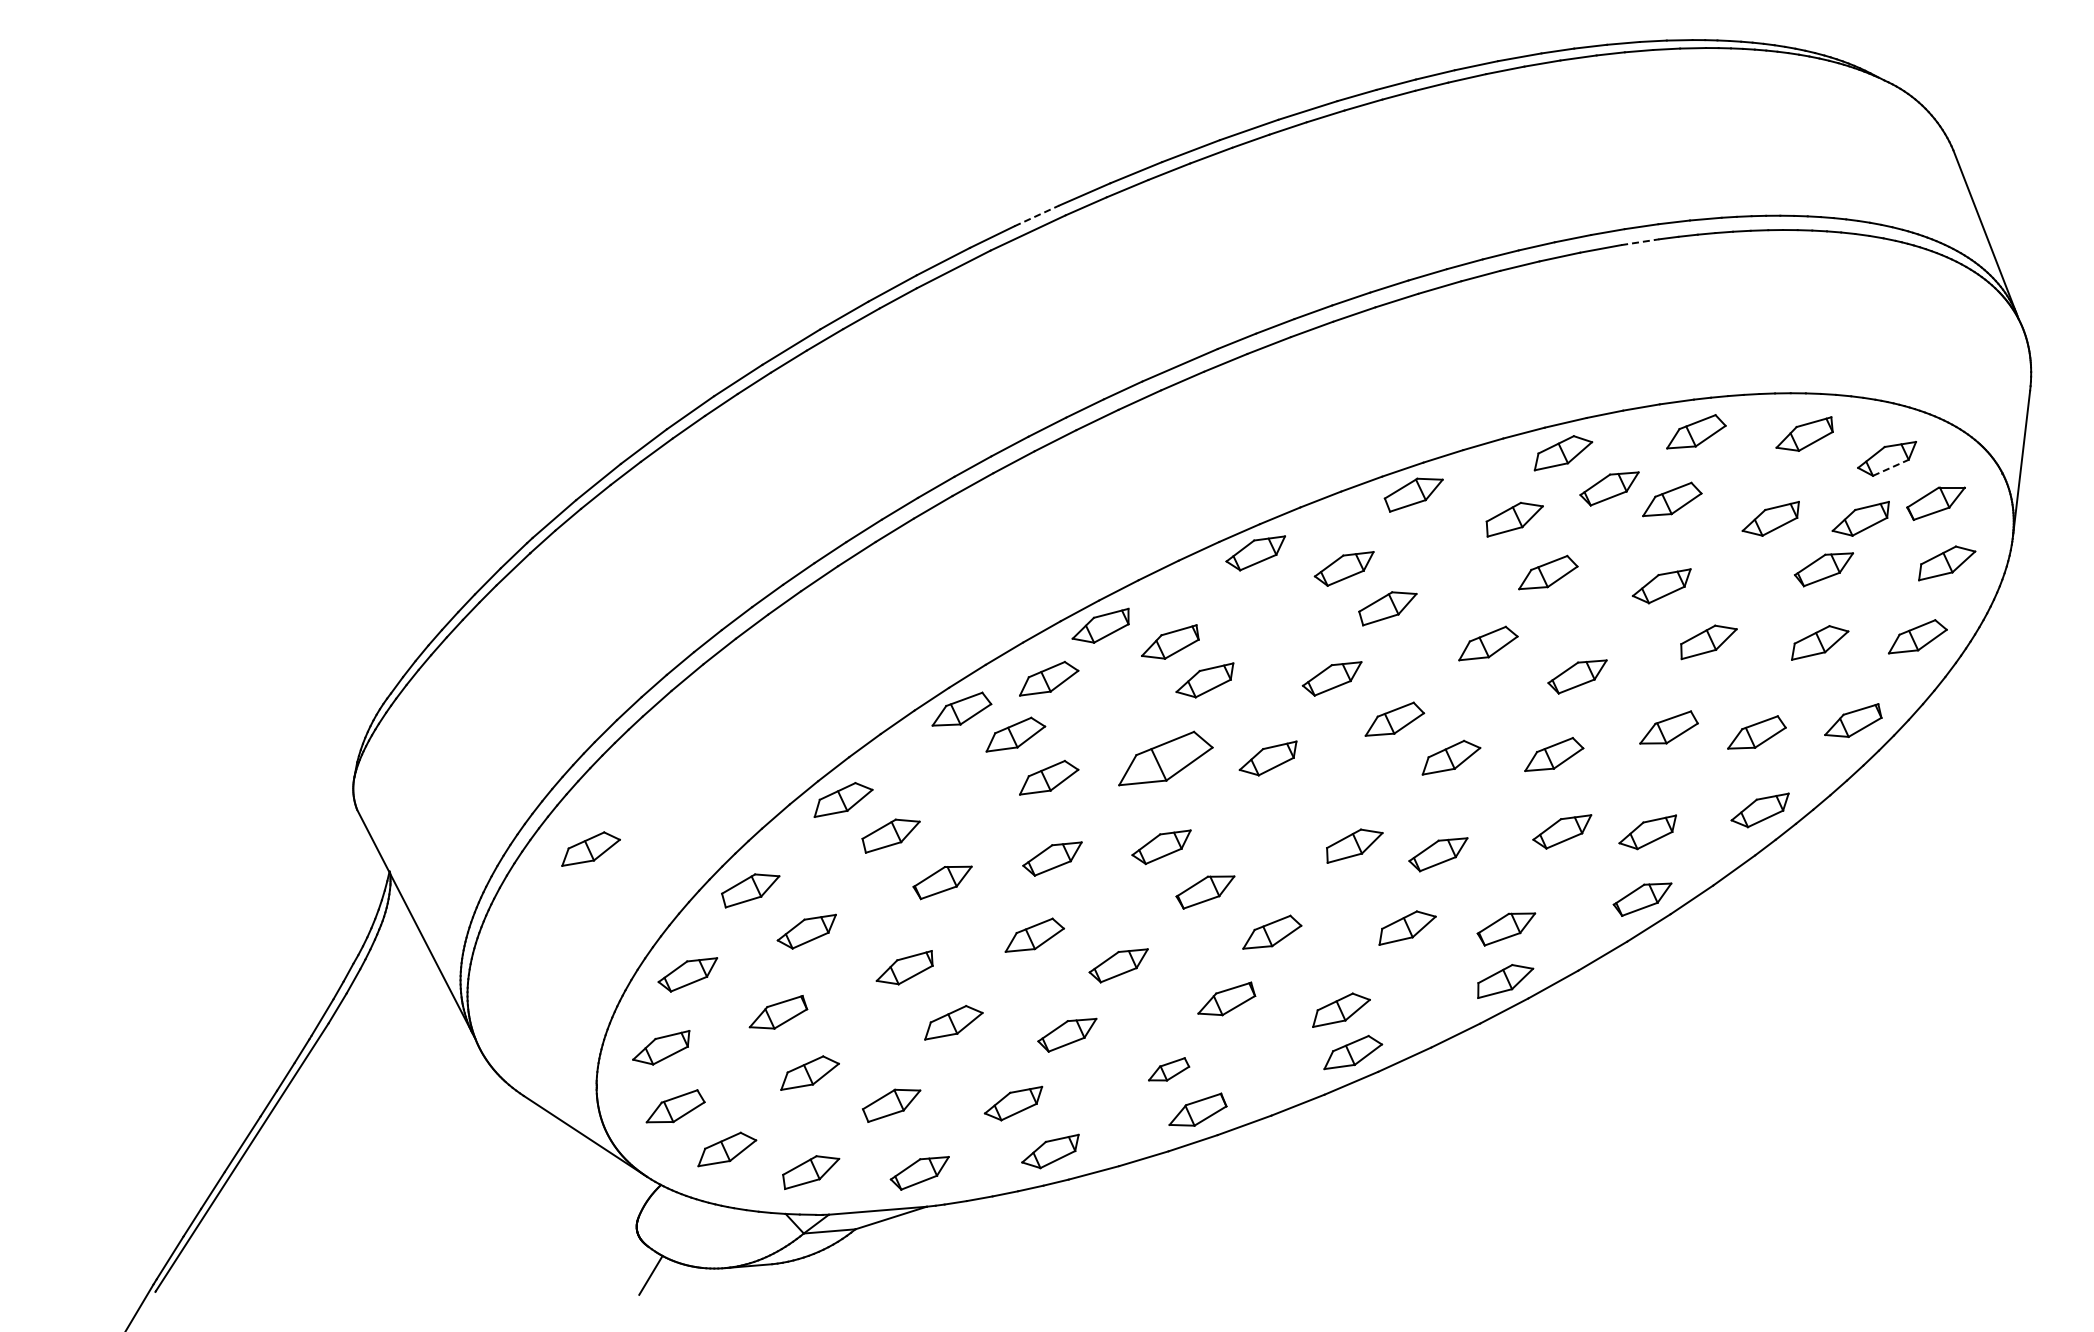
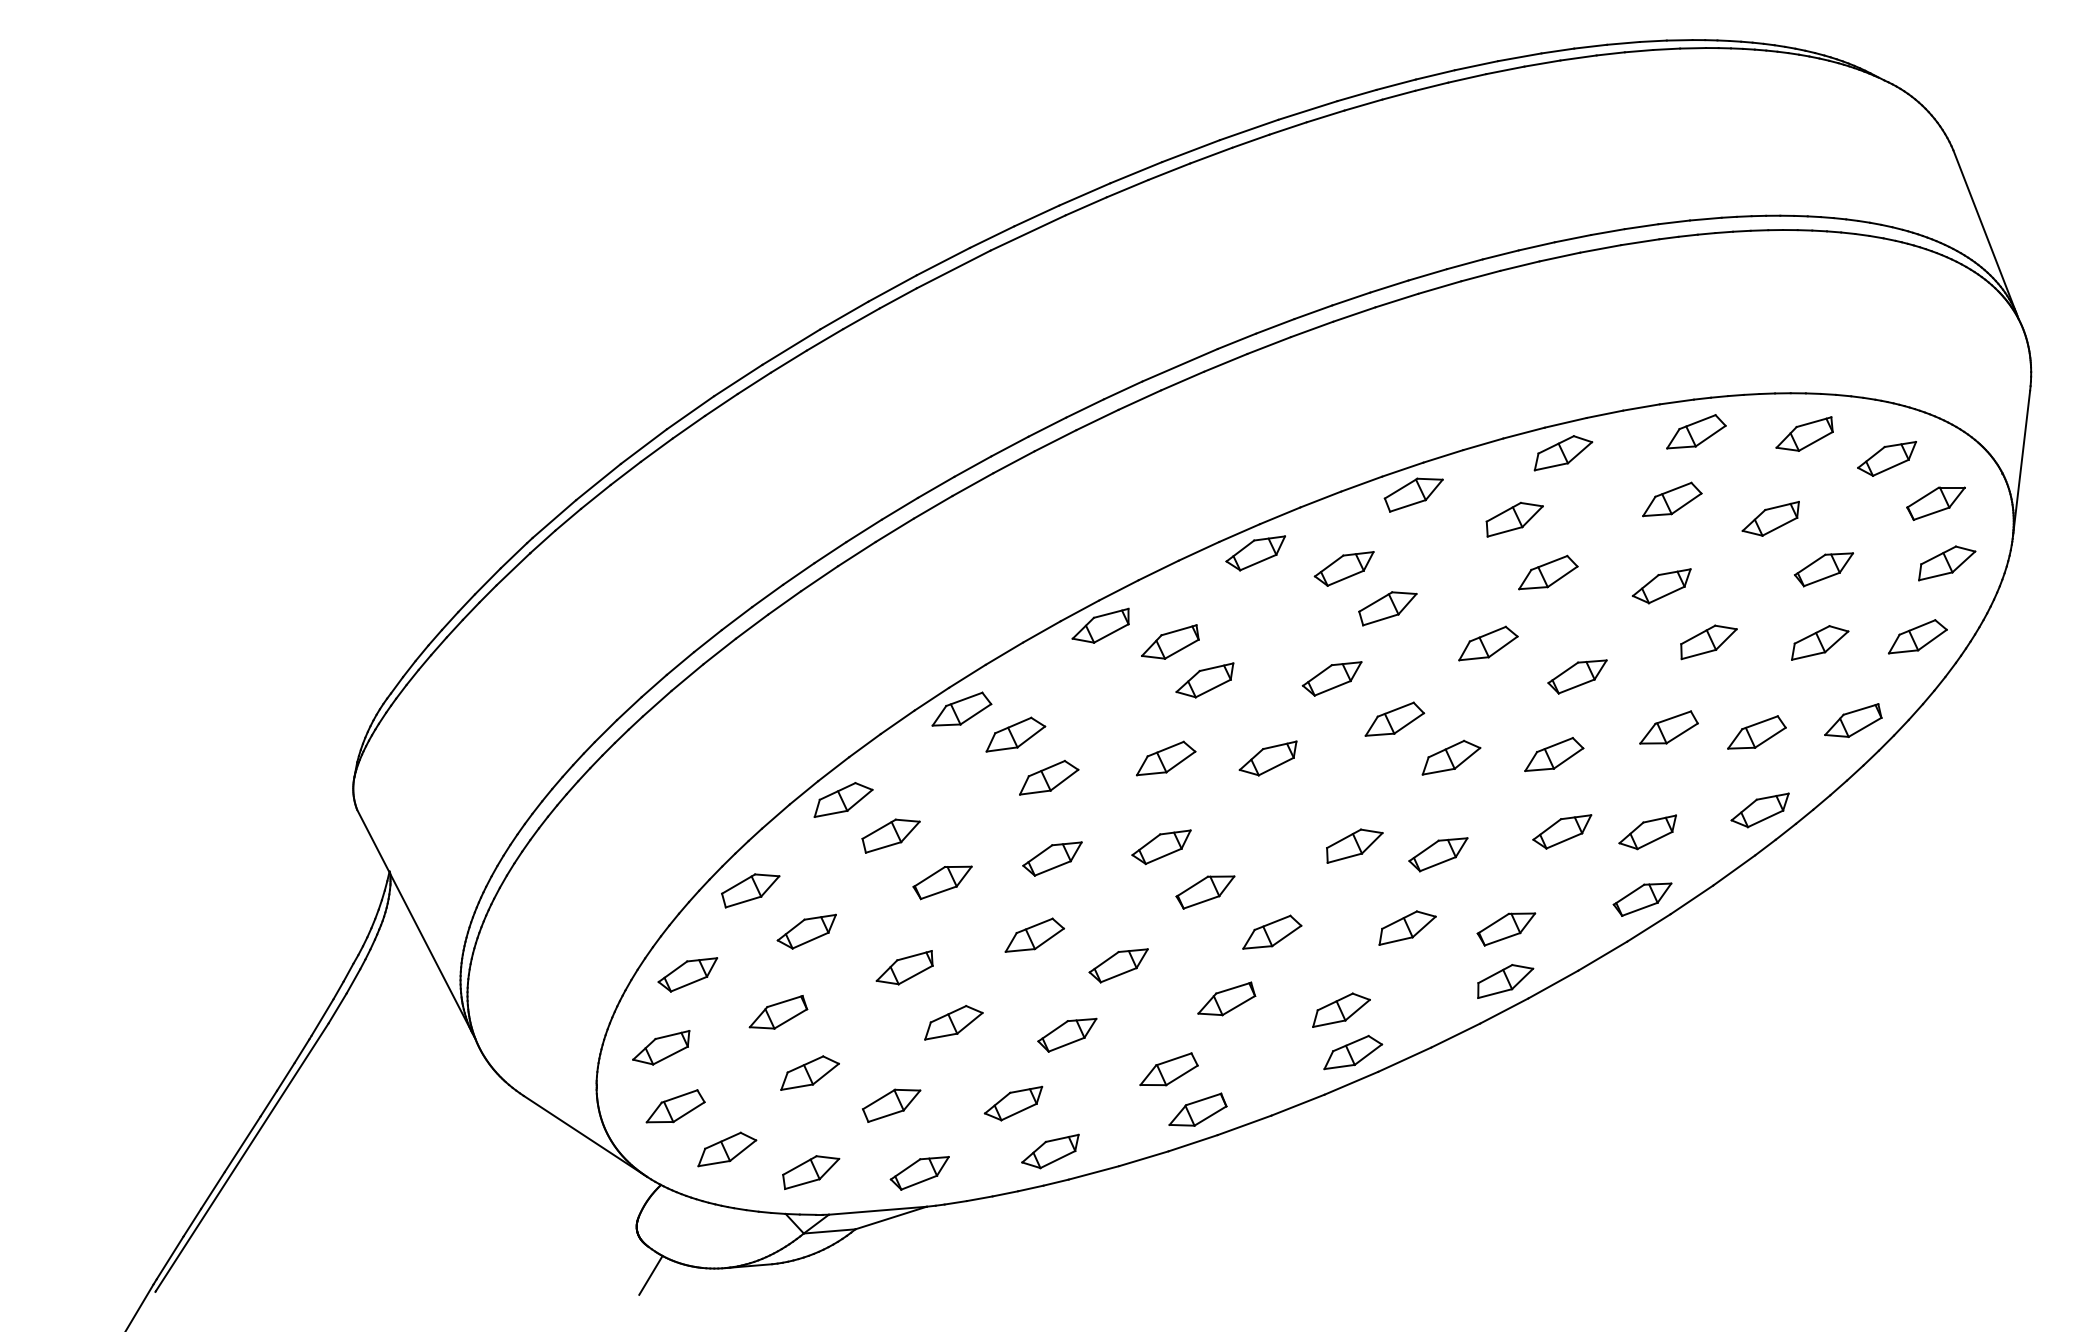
line at (1036, 215): dashed -> solid
line at (1640, 242): dashed -> solid
line at (1890, 467): dashed -> solid
part at (1609, 488): present -> none
part at (1860, 518): present -> none
part at (1049, 678): present -> none
part at (1165, 758) size: 96x57 px -> 61x37 px
part at (590, 848): present -> none
part at (1169, 1069) size: 43x25 px -> 60x35 px
